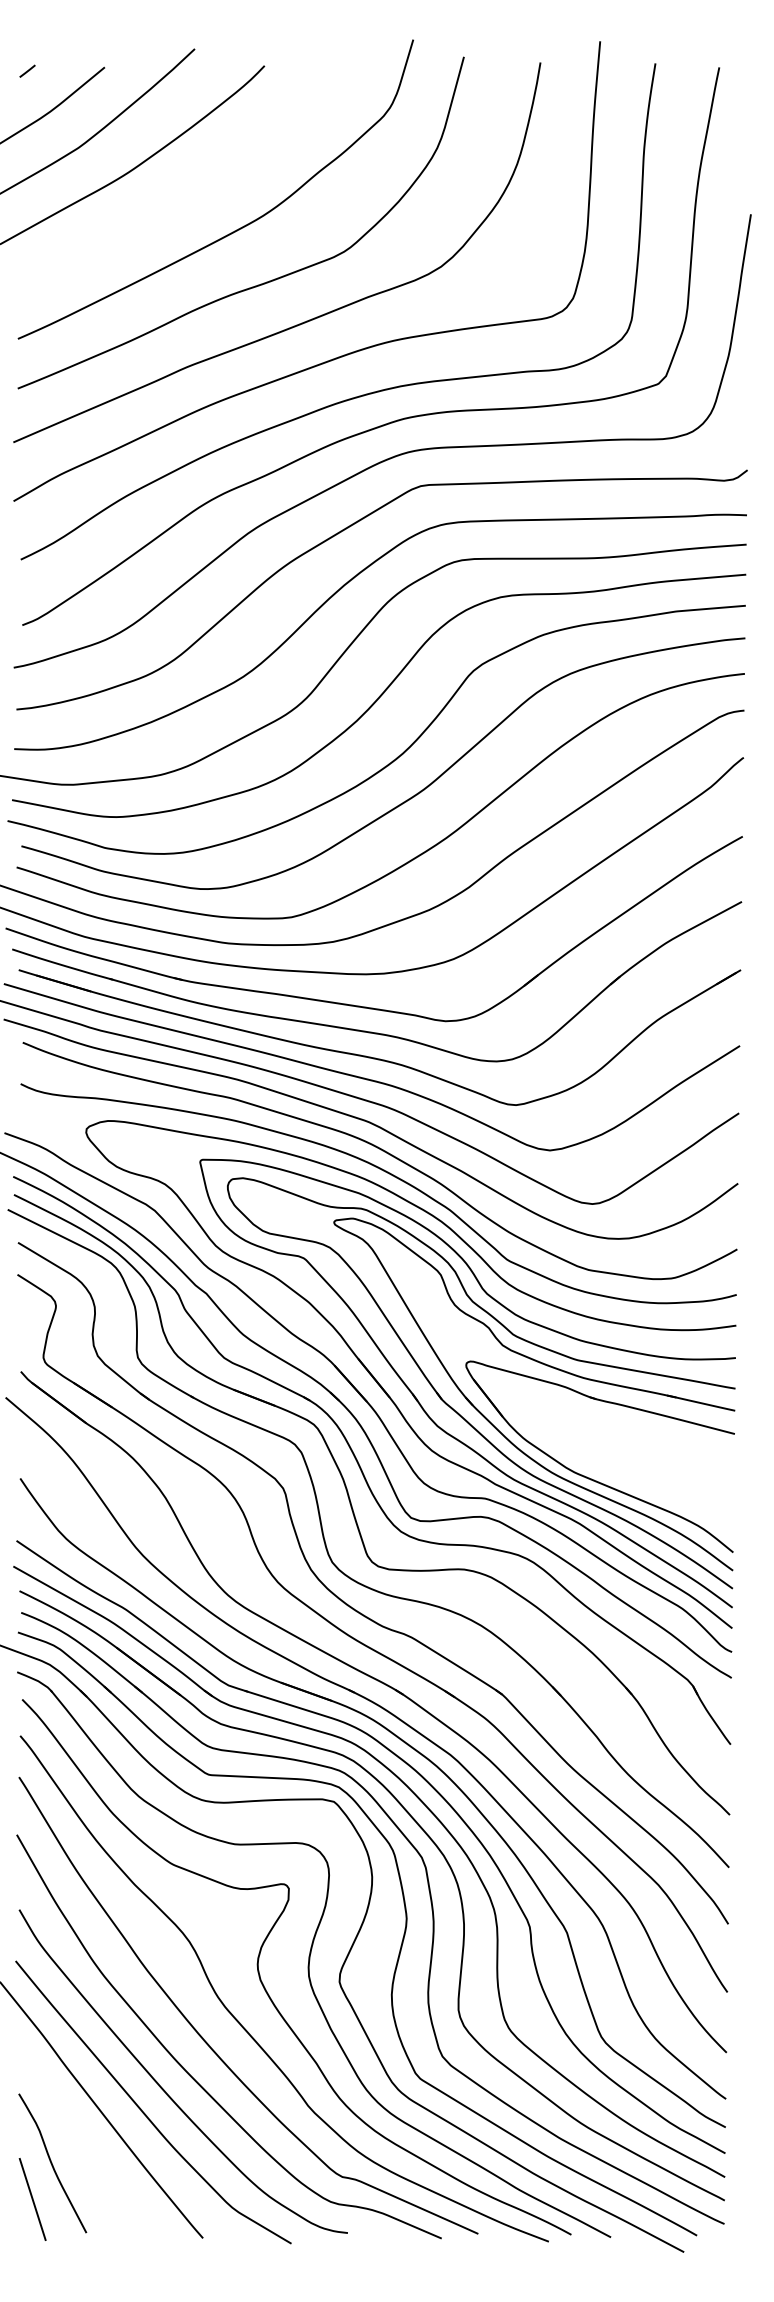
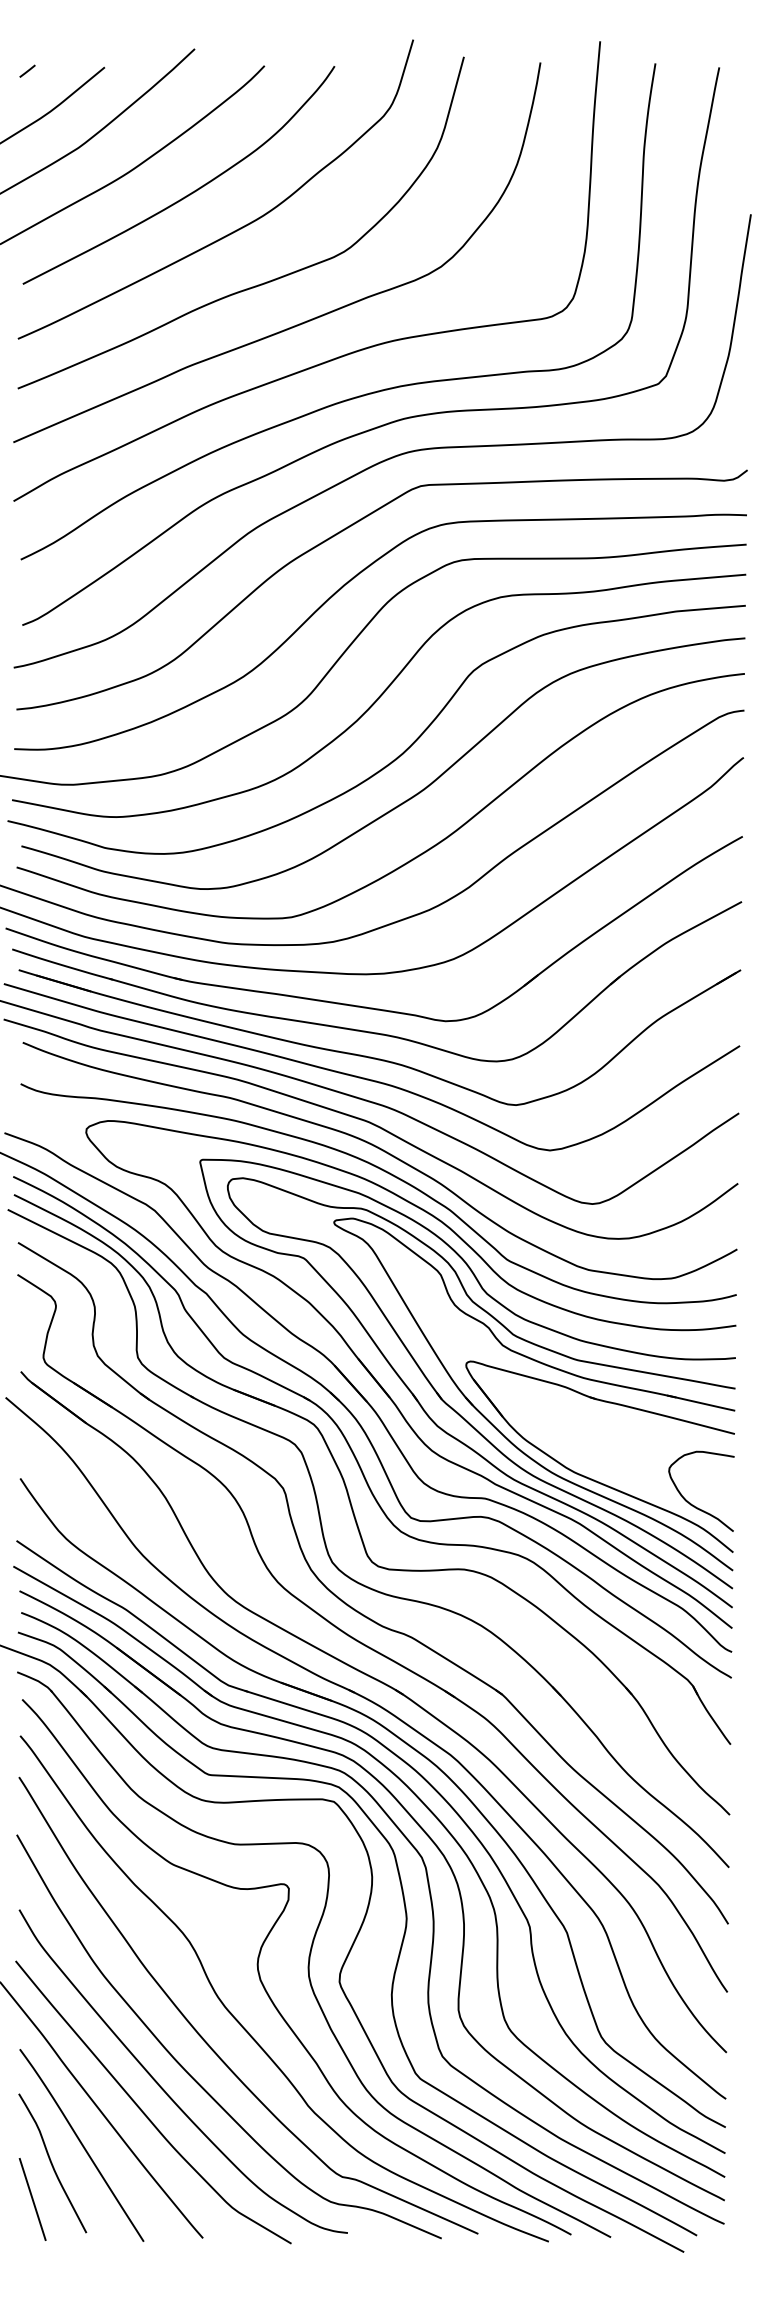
curve at (187, 194): none -> present
curve at (690, 1502): none -> present
curve at (81, 2145): none -> present
